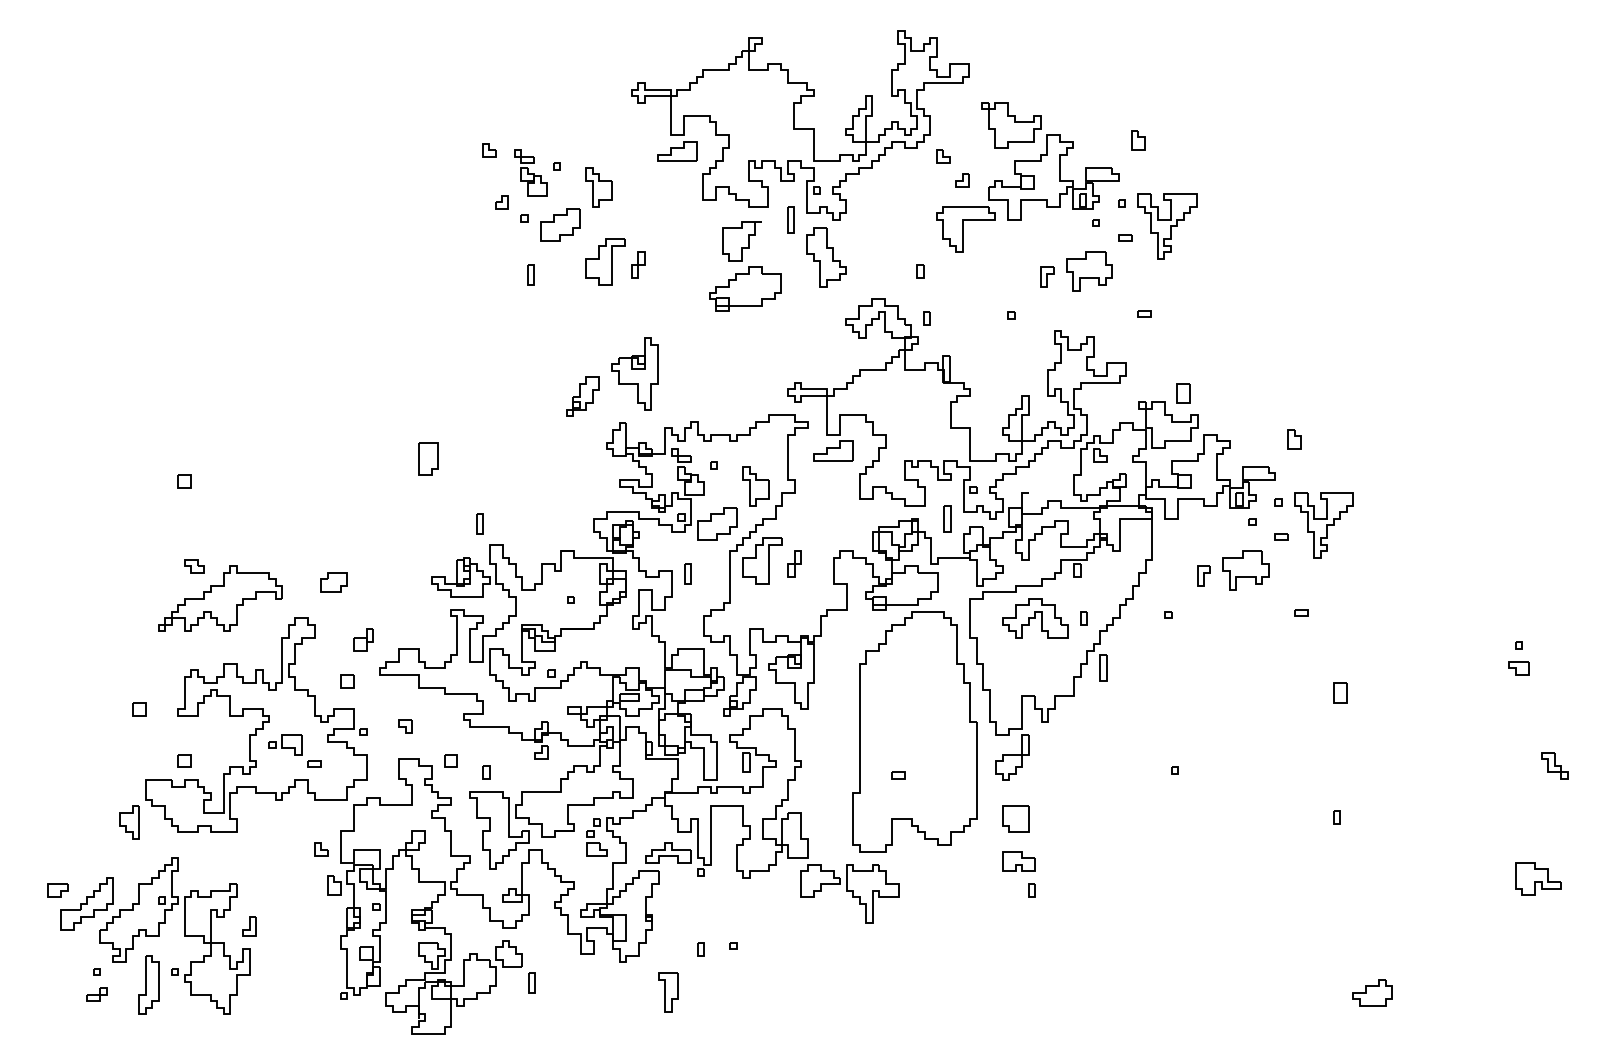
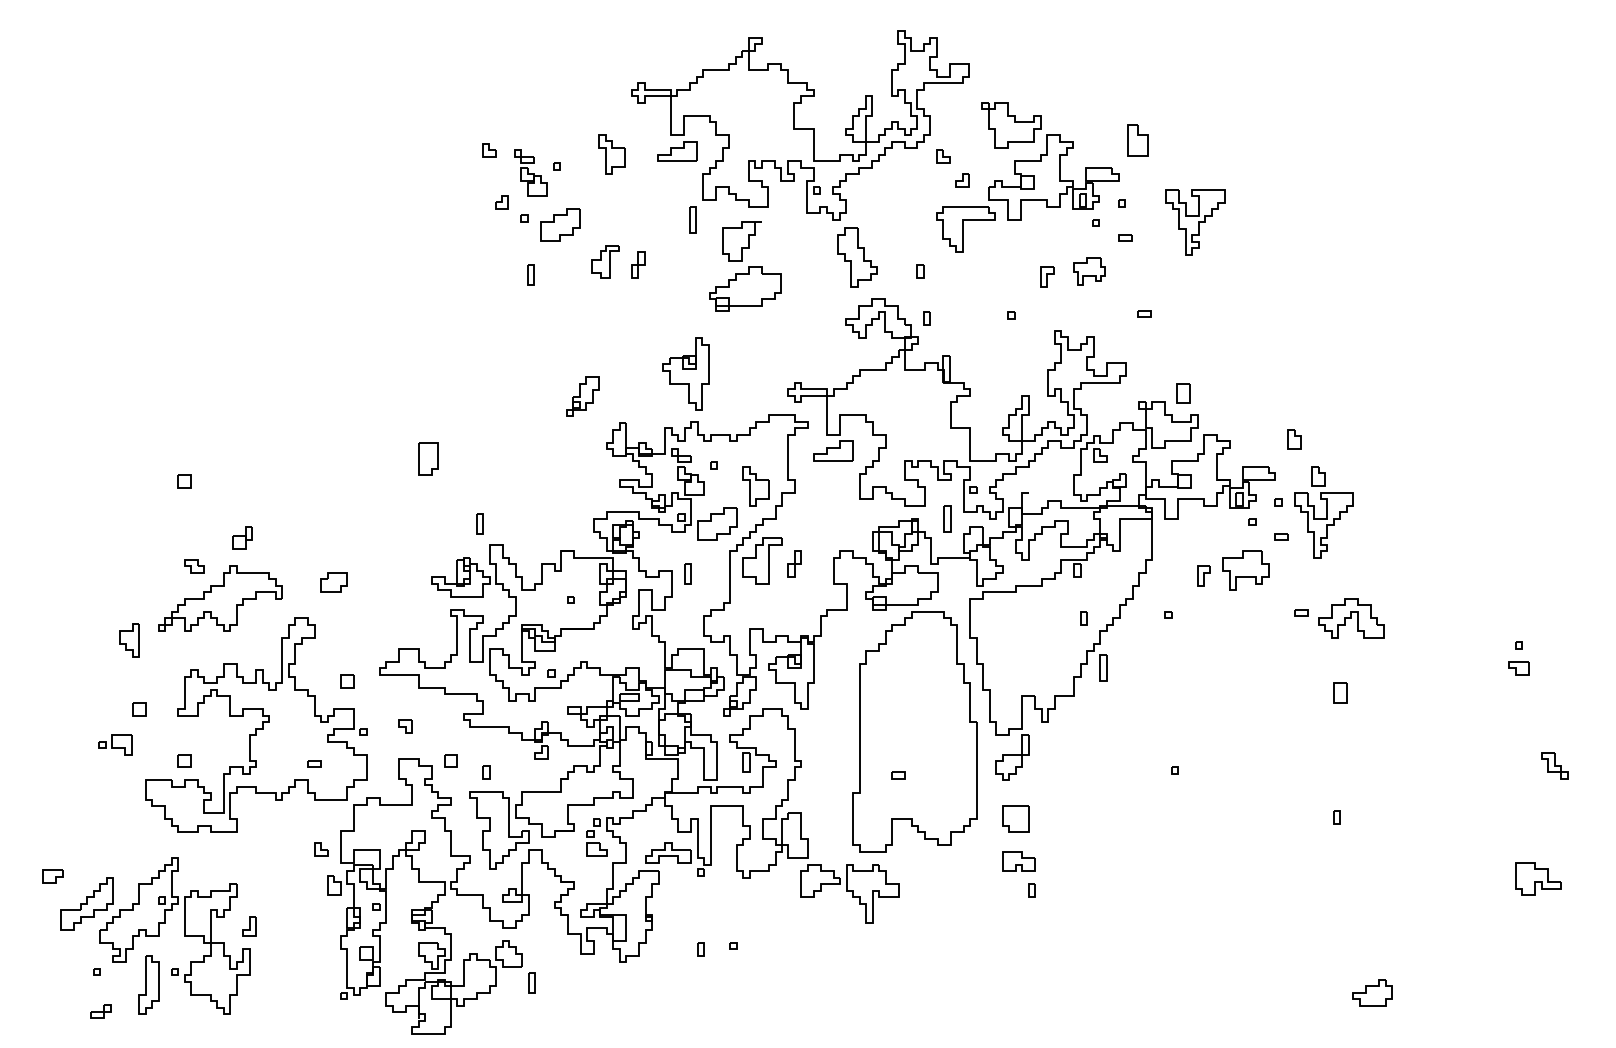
part at (1138, 140) size: 15x21 px -> 22x33 px
part at (598, 187) position: (598, 187) -> (611, 154)
part at (790, 219) position: (790, 219) -> (692, 219)
part at (1167, 226) position: (1167, 226) -> (1195, 222)
part at (826, 257) position: (826, 257) -> (857, 257)
part at (605, 261) size: 41x48 px -> 29x34 px
part at (1089, 271) size: 47x41 px -> 33x29 px
part at (634, 373) position: (634, 373) -> (685, 373)
part at (1318, 476): none -> present
part at (1035, 618) position: (1035, 618) -> (1351, 618)
part at (363, 639) position: (363, 639) -> (242, 537)
part at (285, 744) position: (285, 744) -> (115, 744)
part at (129, 822) position: (129, 822) -> (129, 640)
part at (57, 890) position: (57, 890) -> (52, 876)
part at (668, 992): present -> none
part at (96, 994) position: (96, 994) -> (100, 1011)
